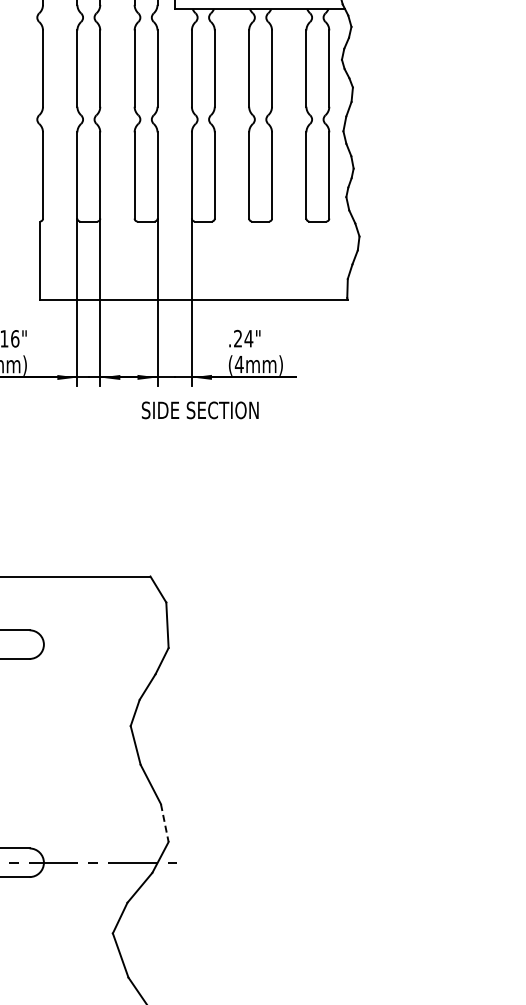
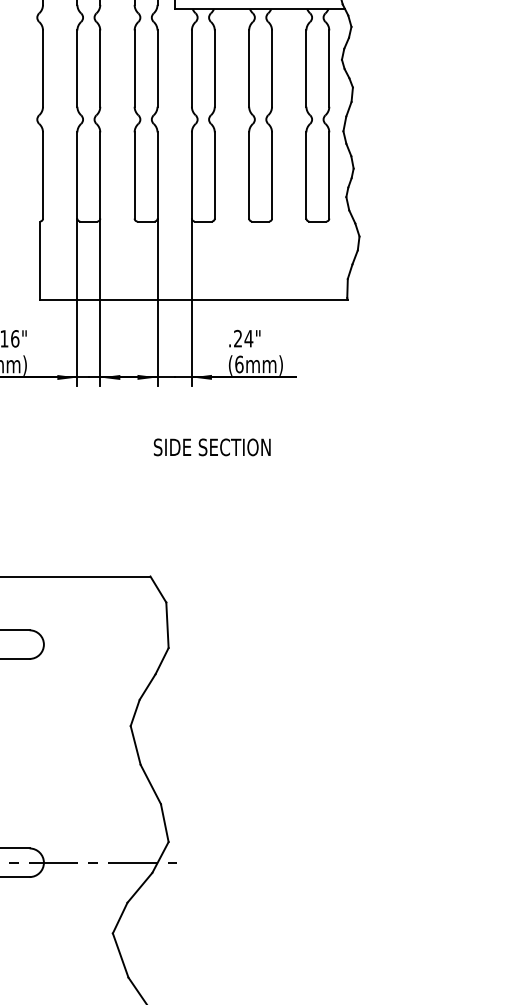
text at (238, 364): (4mm) -> (6mm)
text at (199, 410) position: (199, 410) -> (211, 447)
line at (164, 823): dashed -> solid
